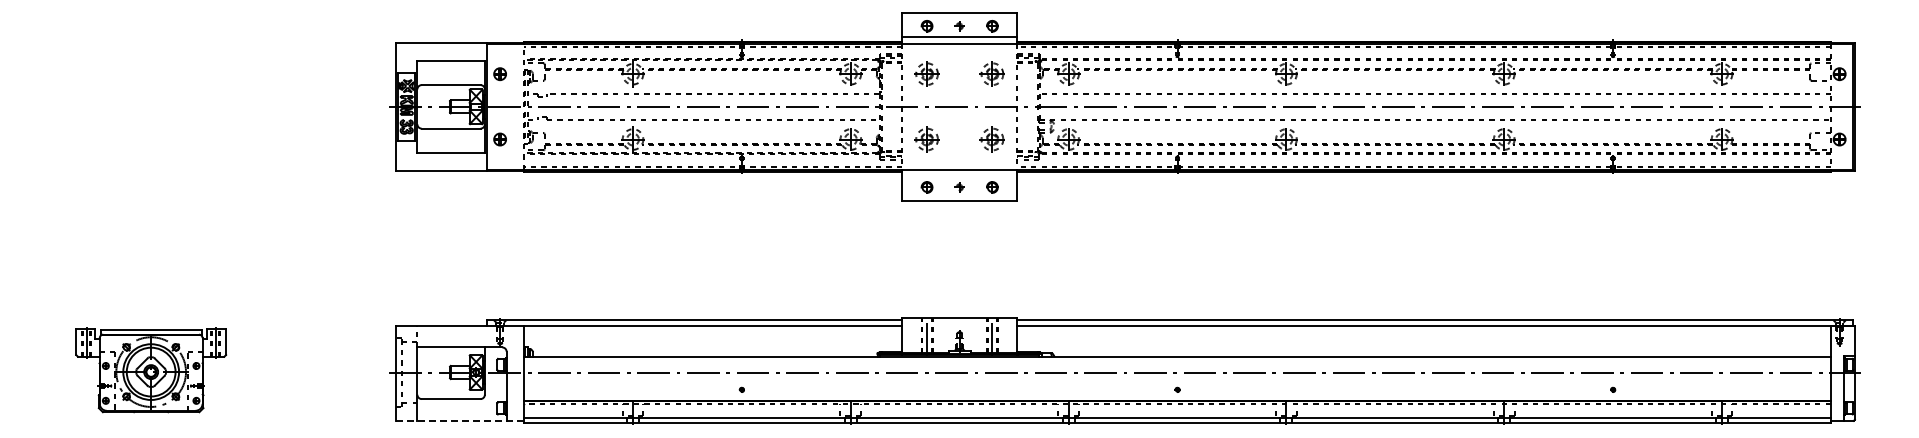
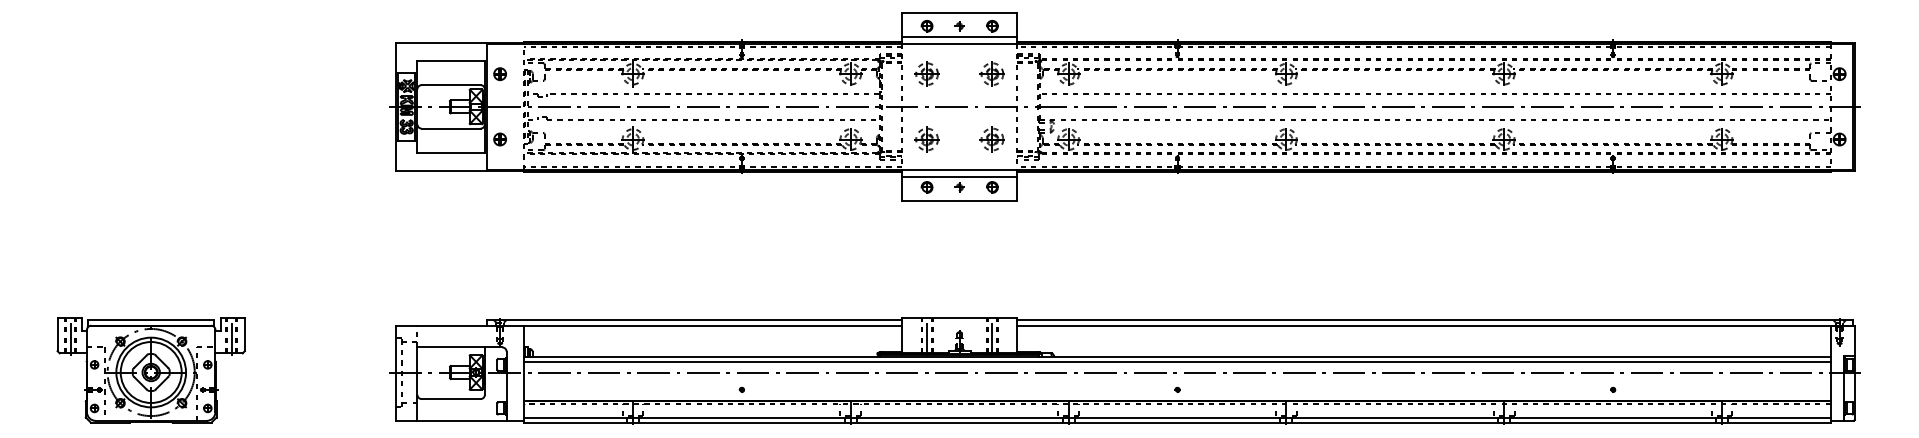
line at (959, 176): none -> present
line at (1177, 361): none -> present
part at (151, 370) size: 153x87 px -> 190x107 px
line at (459, 420): dashed -> solid
